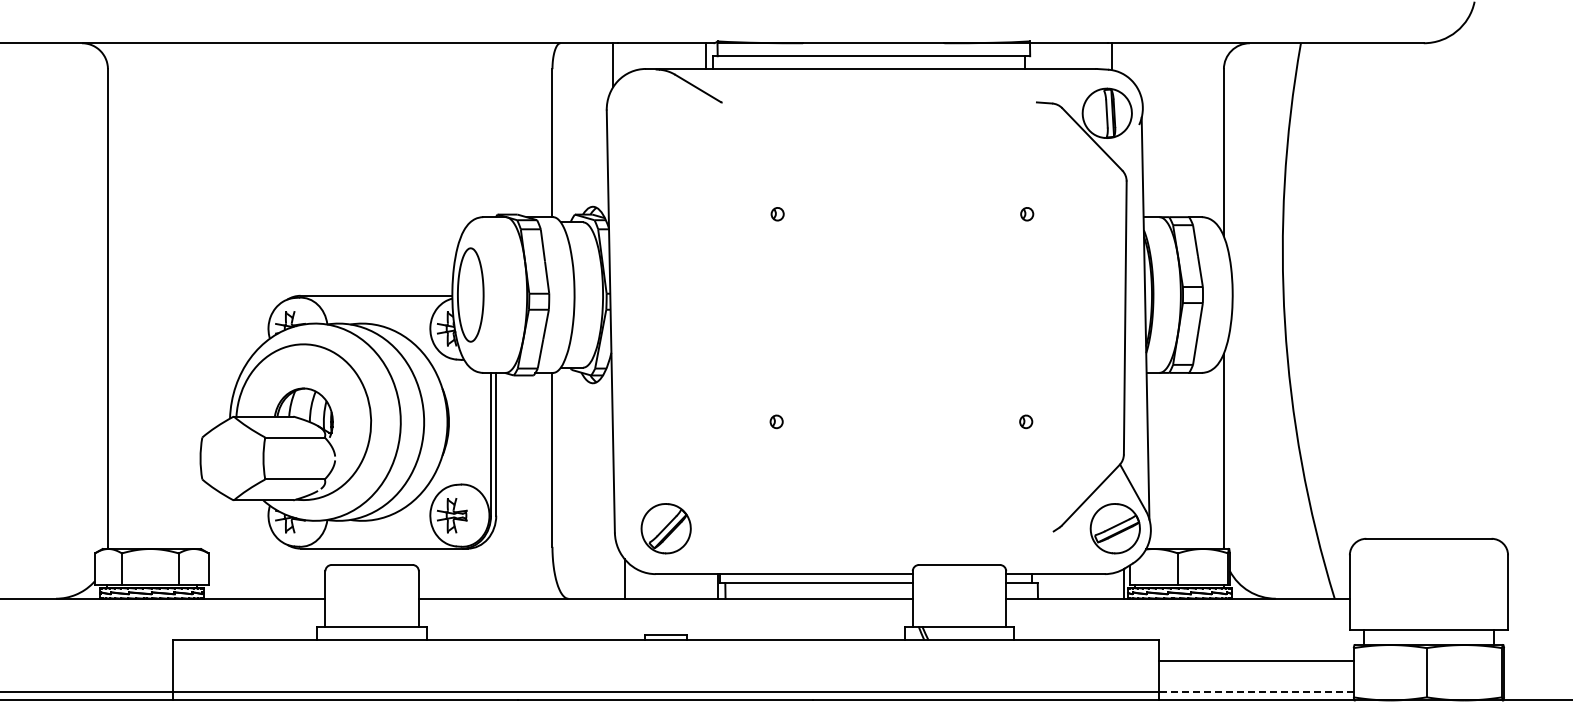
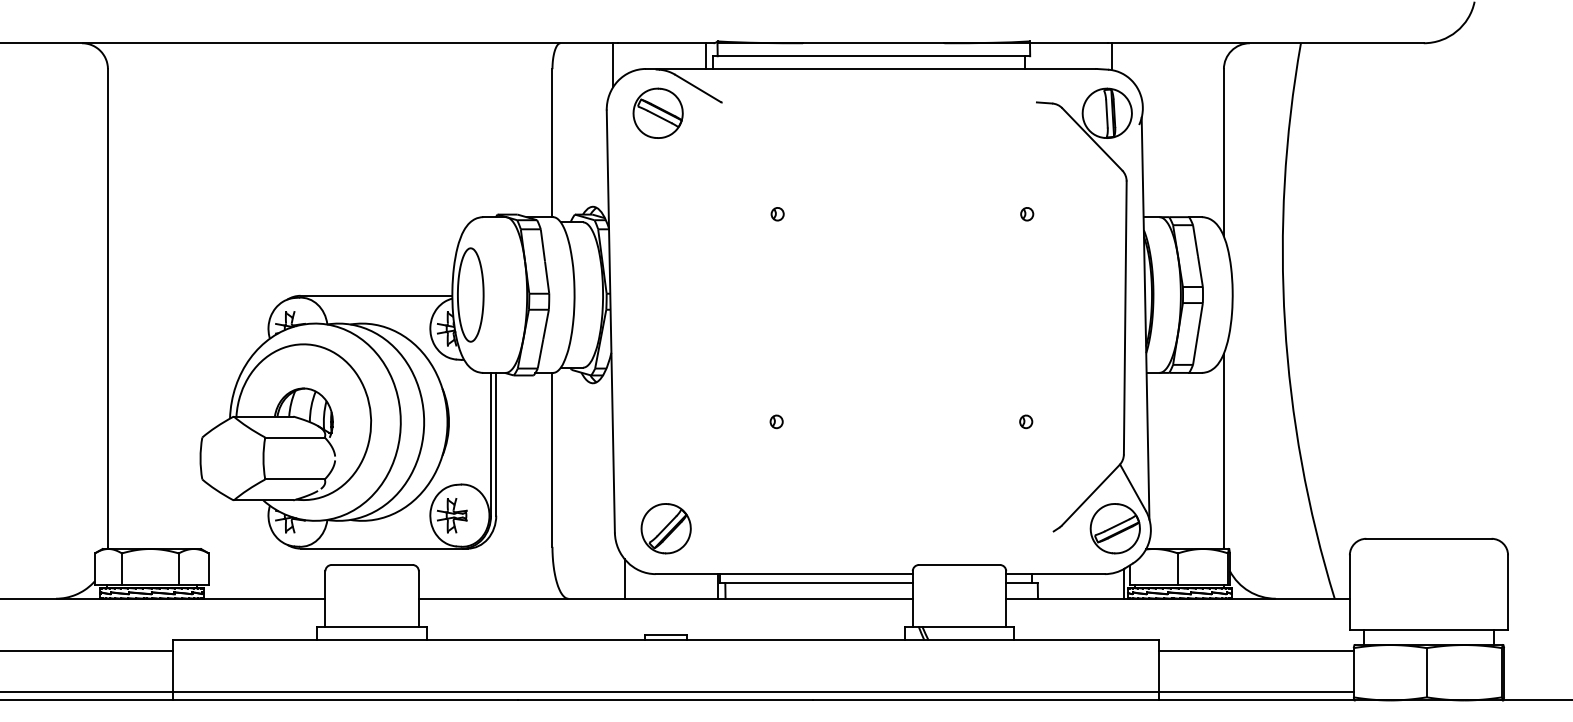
part at (657, 112): none -> present
line at (87, 650): none -> present
line at (1256, 660) position: (1256, 660) -> (1256, 650)
line at (1255, 692): dashed -> solid
